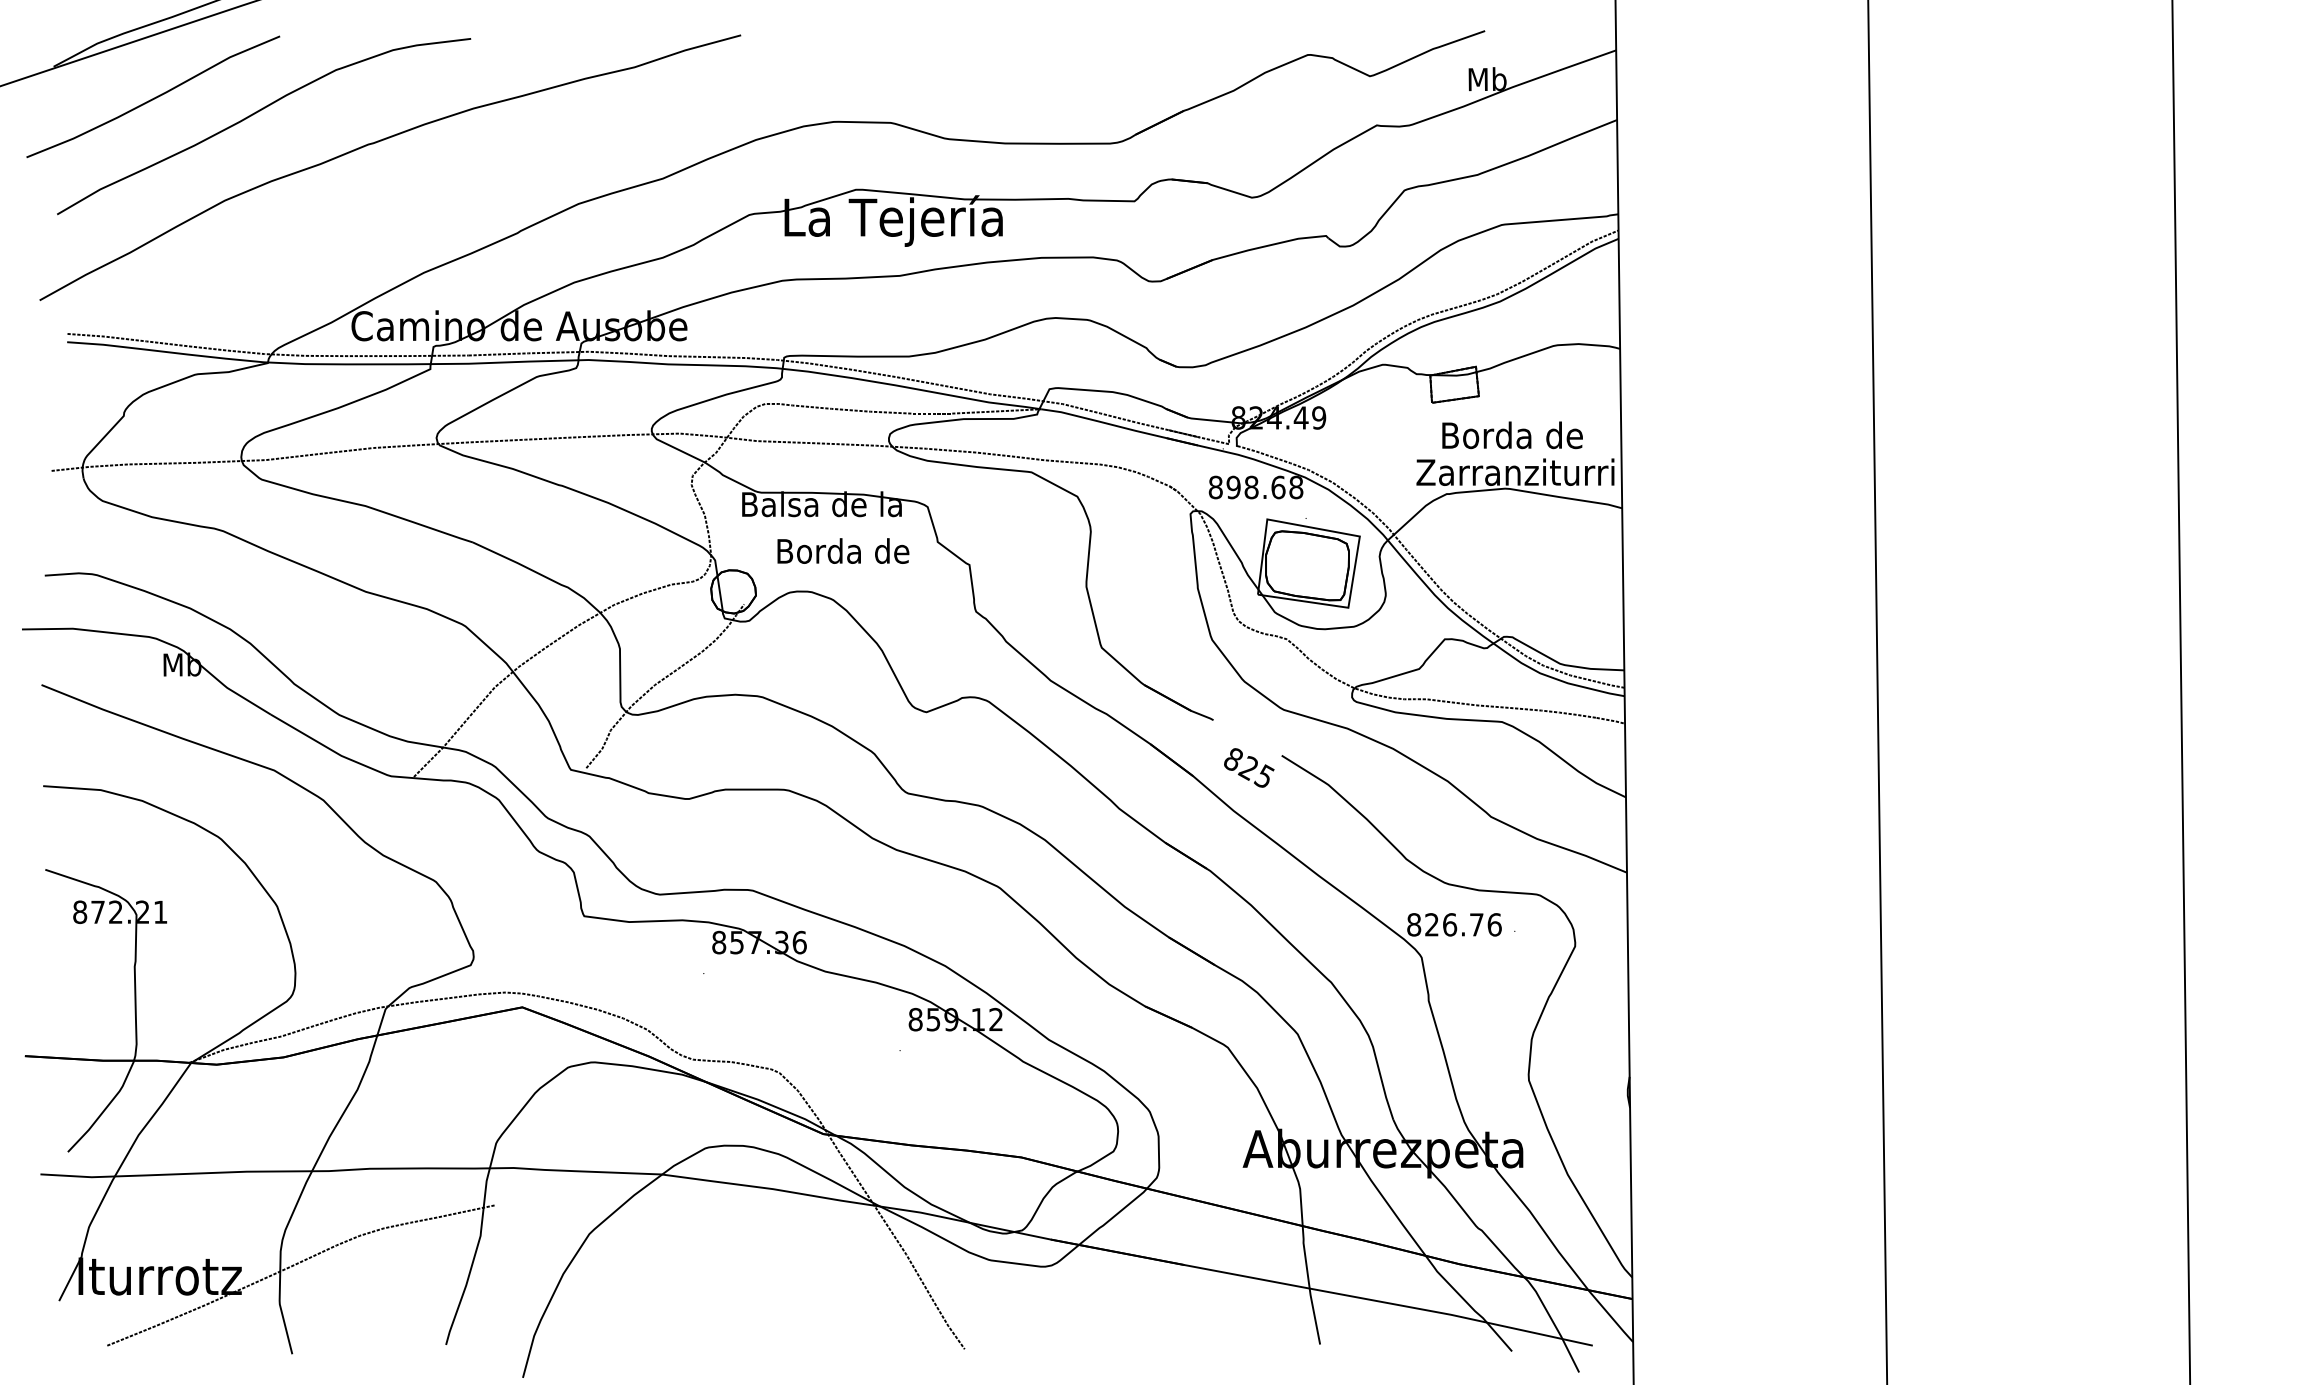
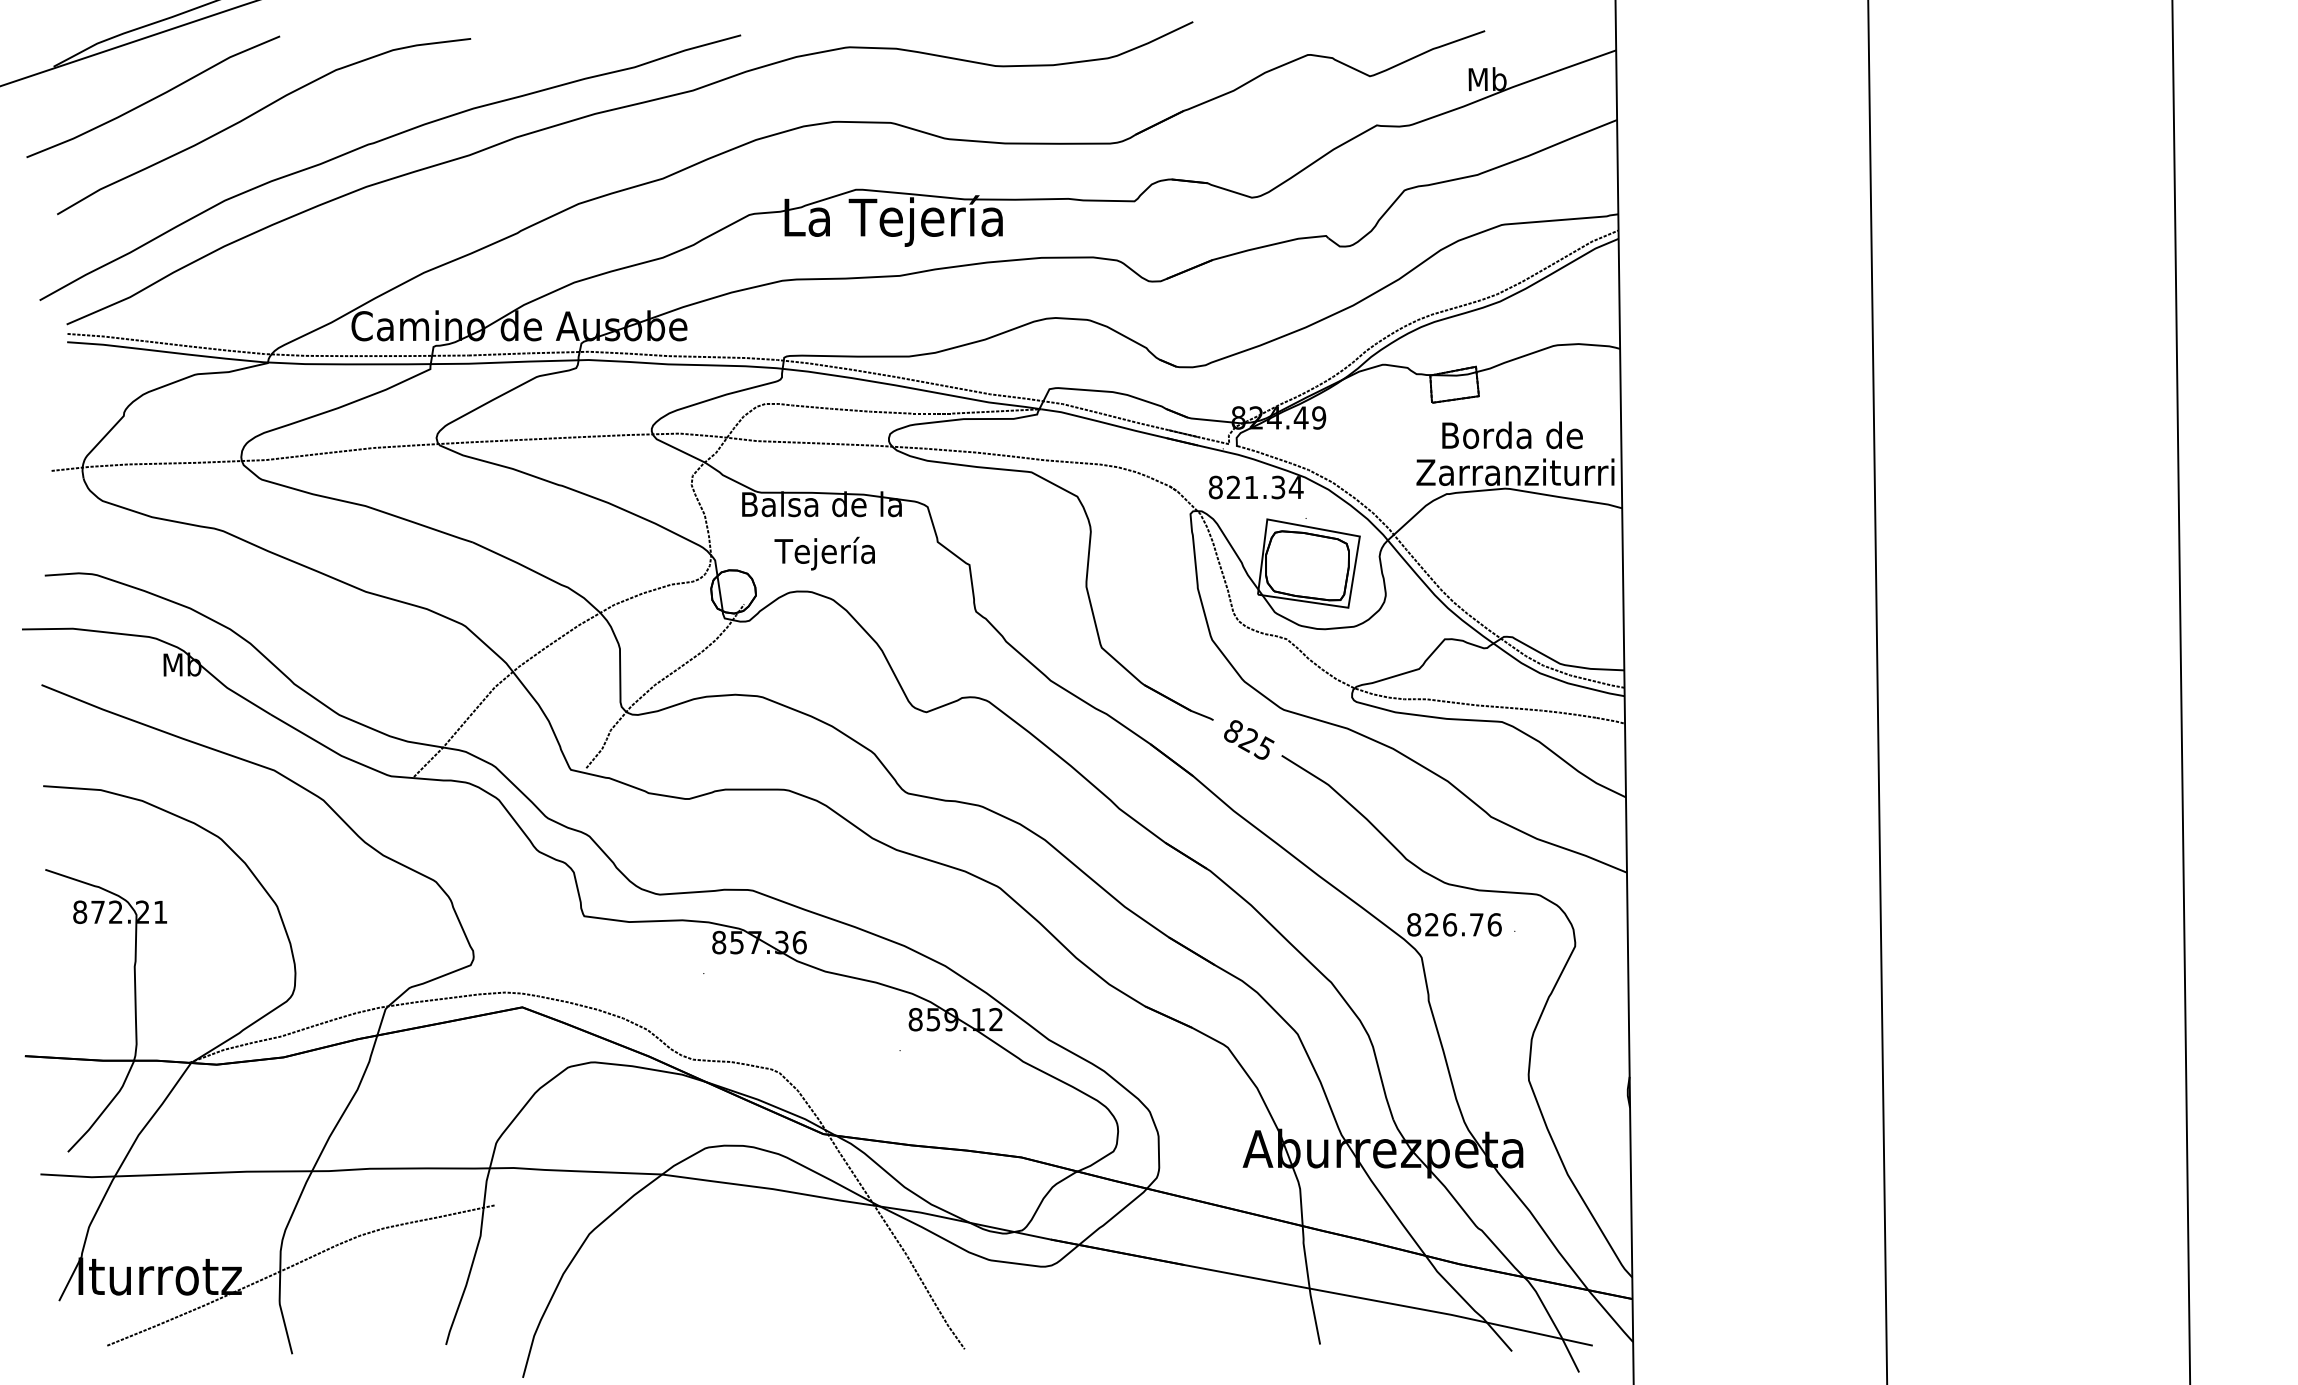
curve at (614, 110): none -> present
text at (1264, 487): 898.68 -> 821.34
text at (841, 553): Borda de -> Tejería
text at (1249, 767) position: (1249, 767) -> (1249, 739)
